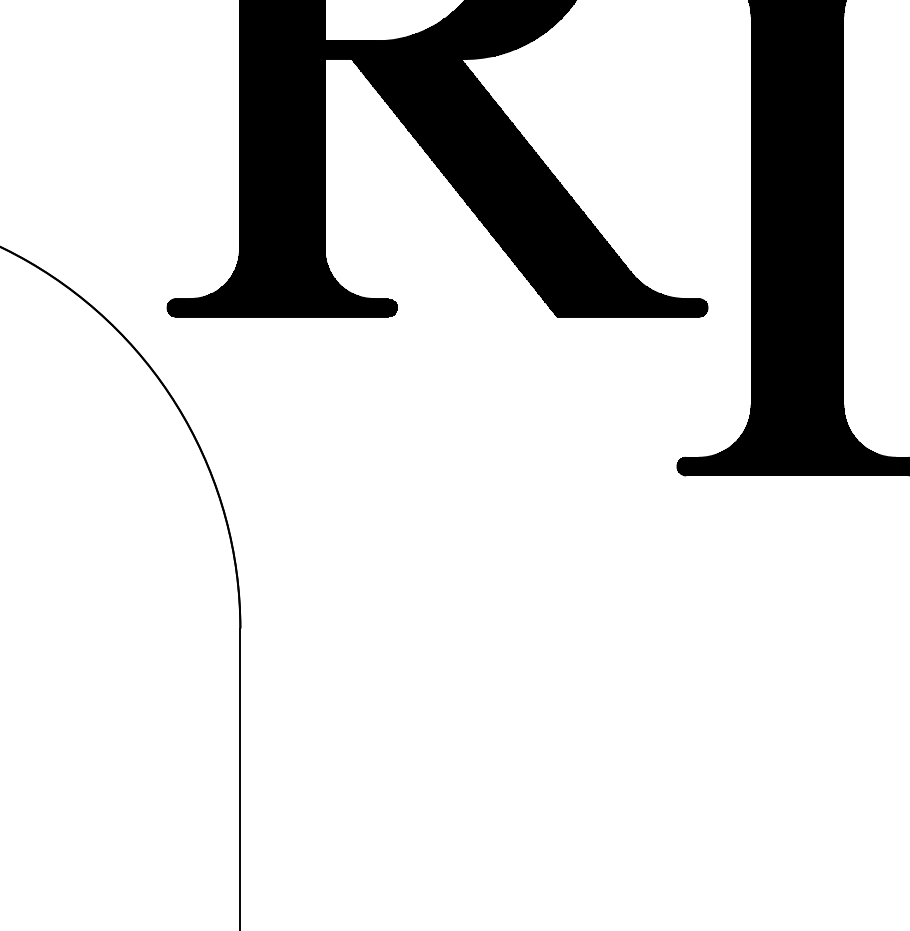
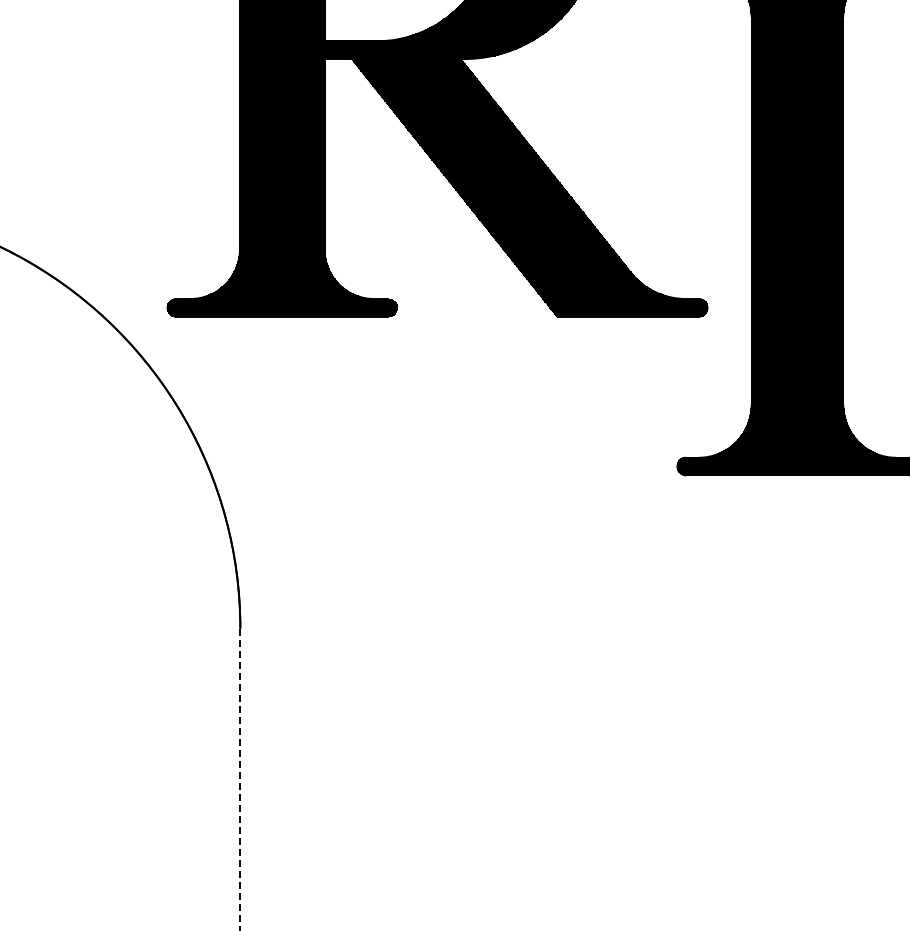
line at (240, 779): solid -> dashed
